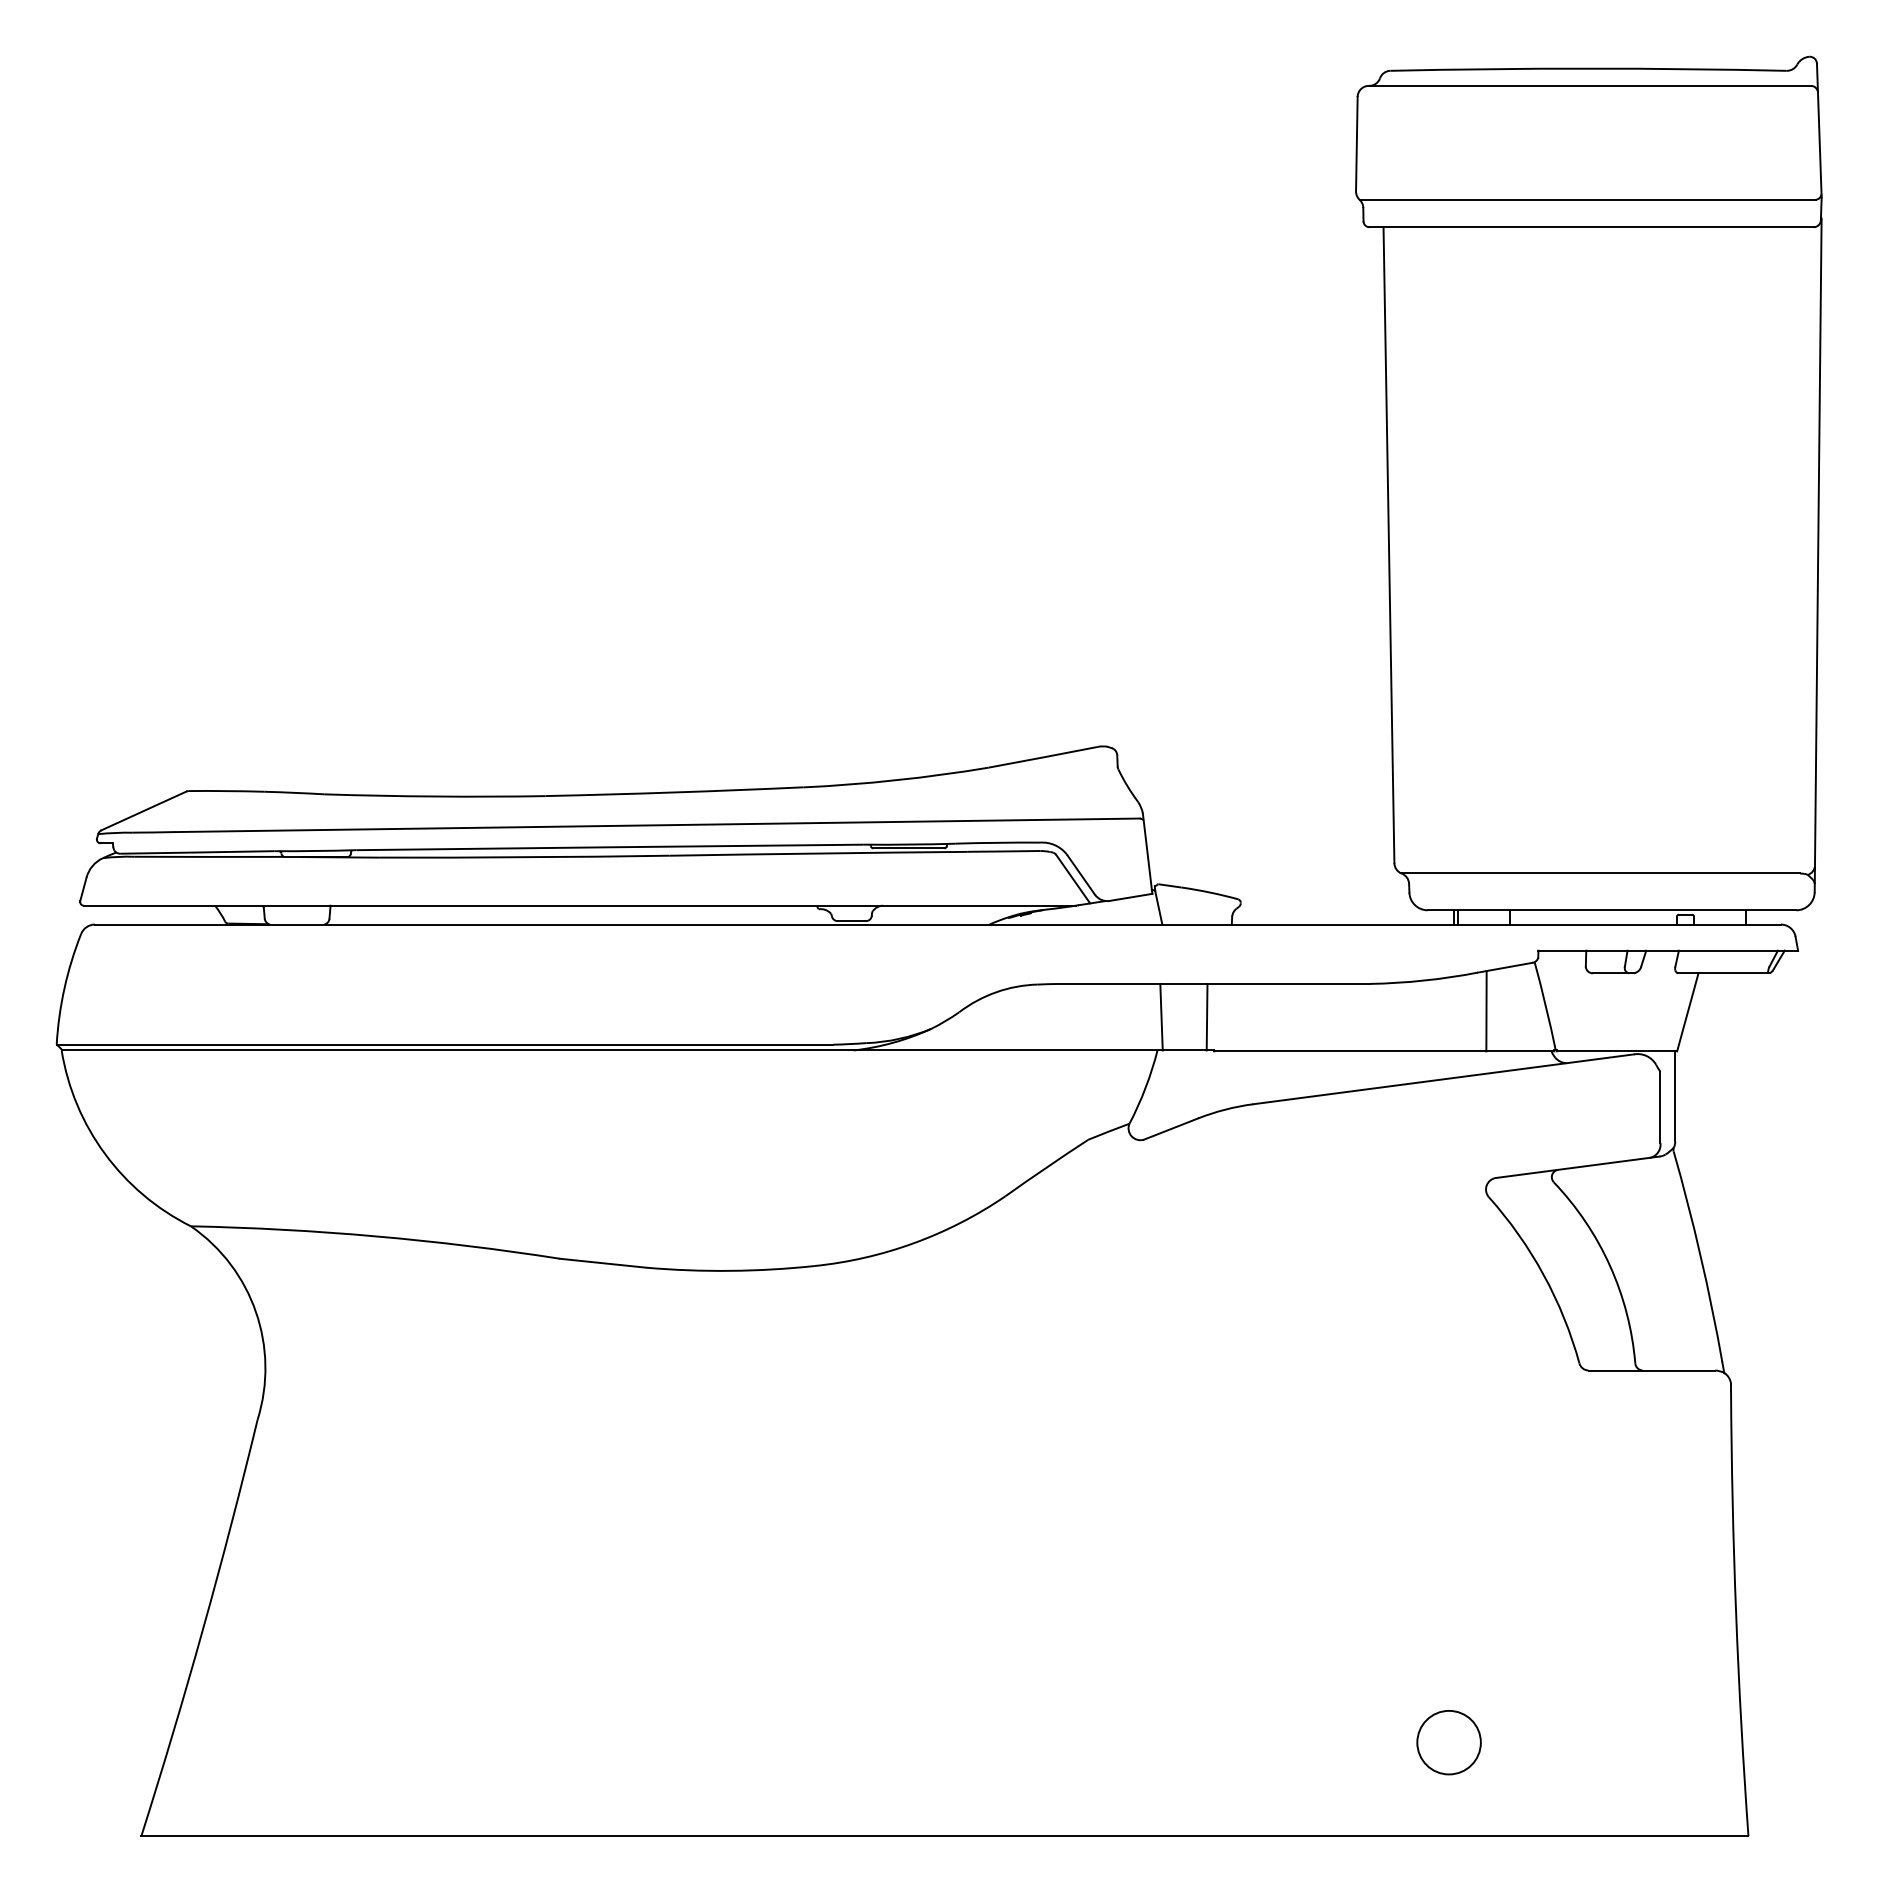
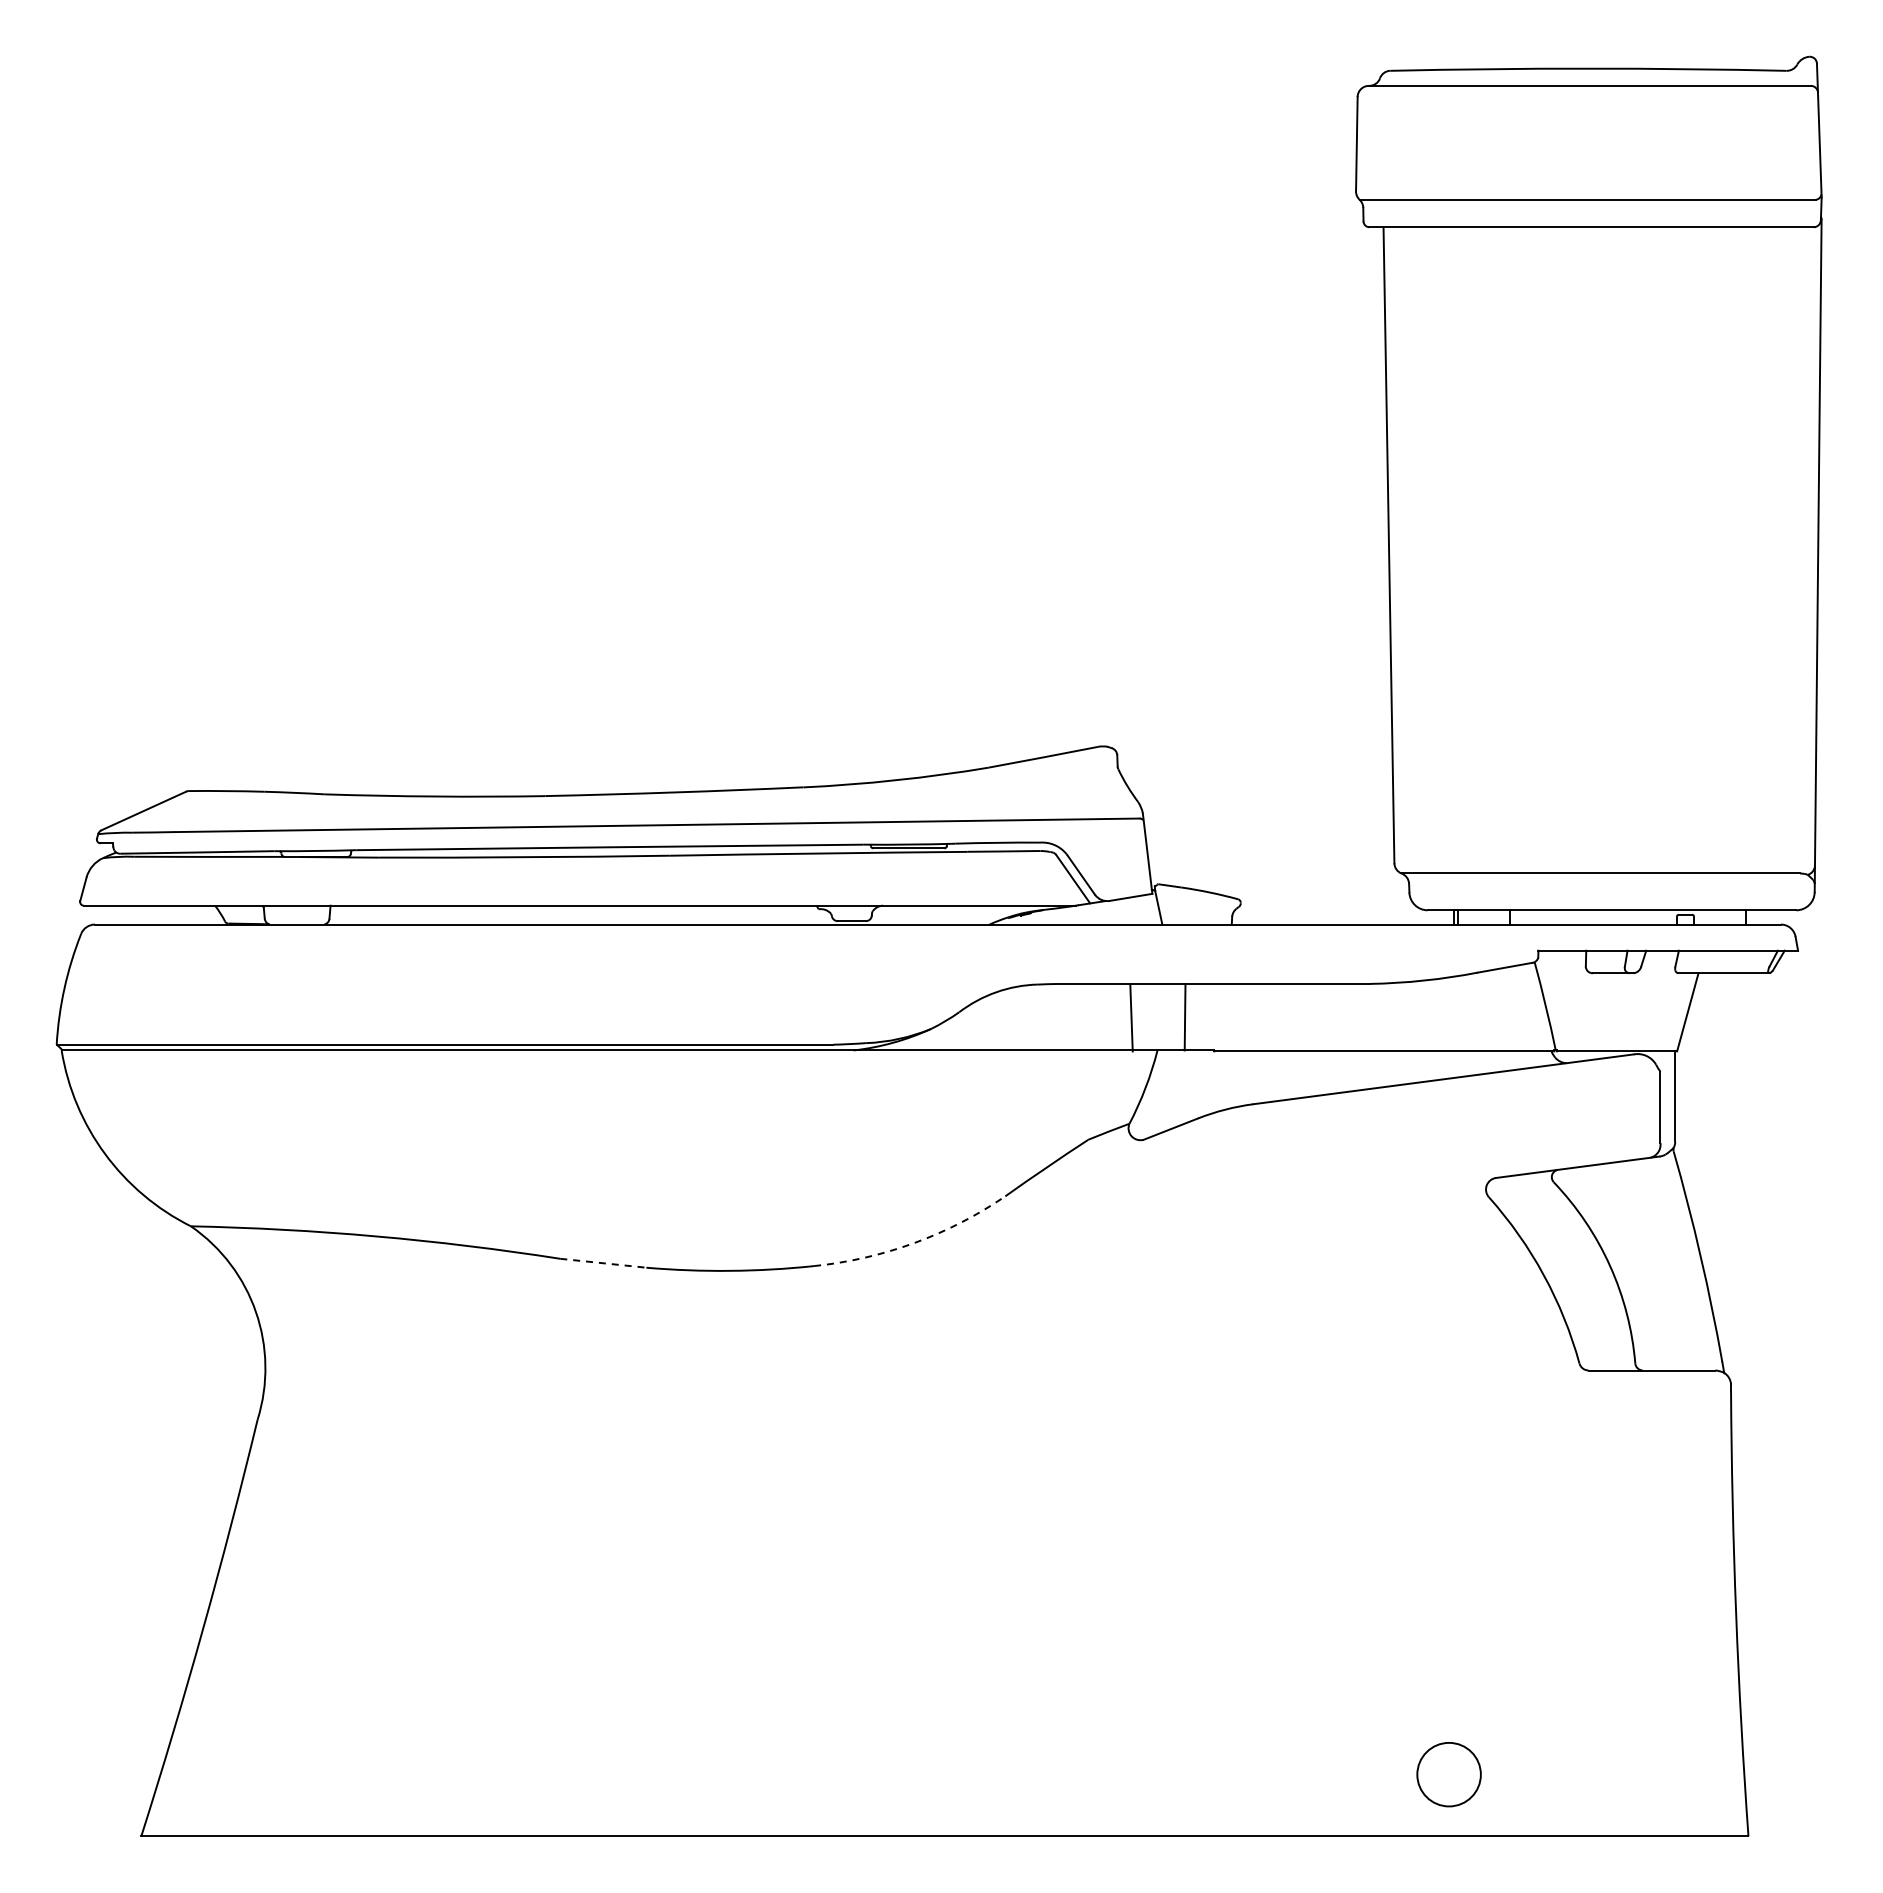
line at (1486, 1011): present -> none
line at (1161, 1016) position: (1161, 1016) -> (1131, 1017)
line at (1206, 1016) position: (1206, 1016) -> (1184, 1016)
arc at (914, 1243): solid -> dashed
line at (603, 1263): solid -> dashed
circle at (1448, 1742) position: (1448, 1742) -> (1448, 1774)
